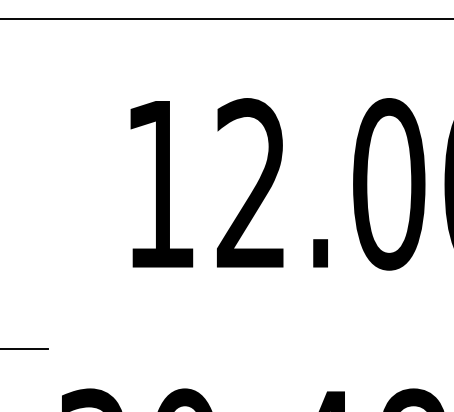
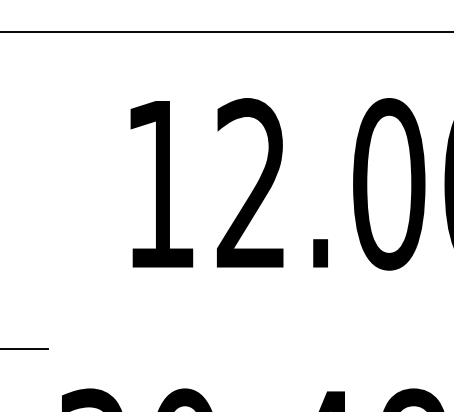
line at (226, 18) position: (226, 18) -> (226, 31)
